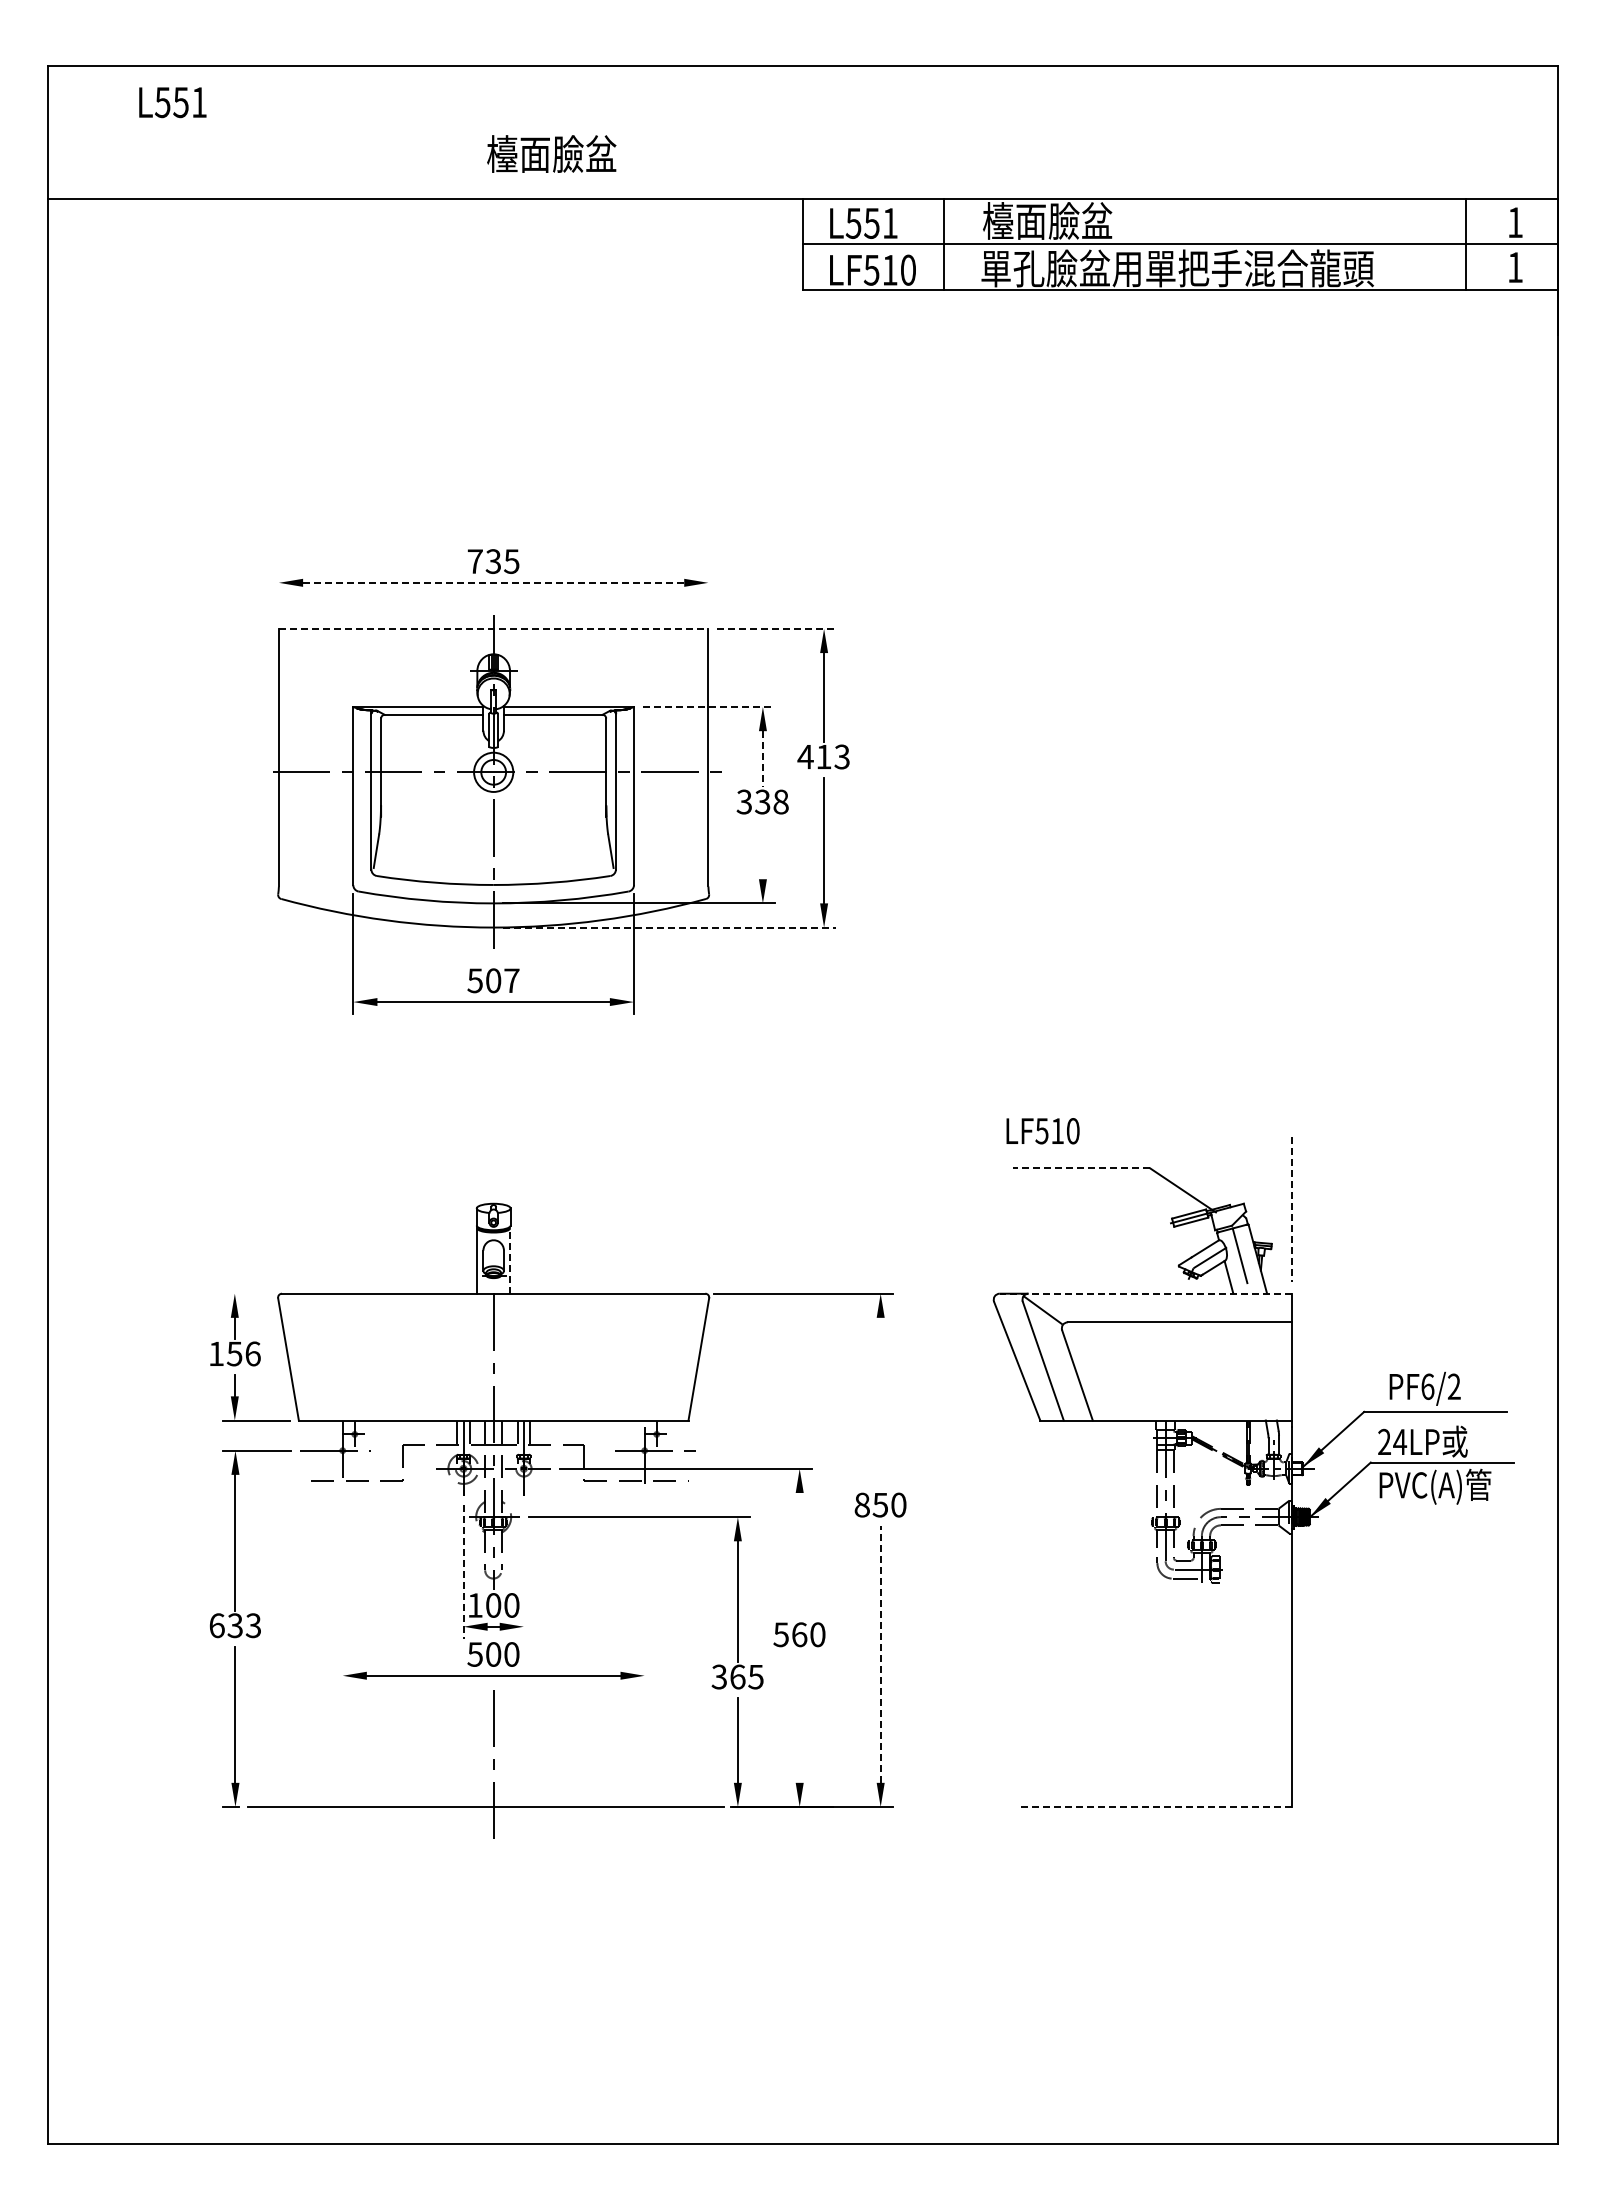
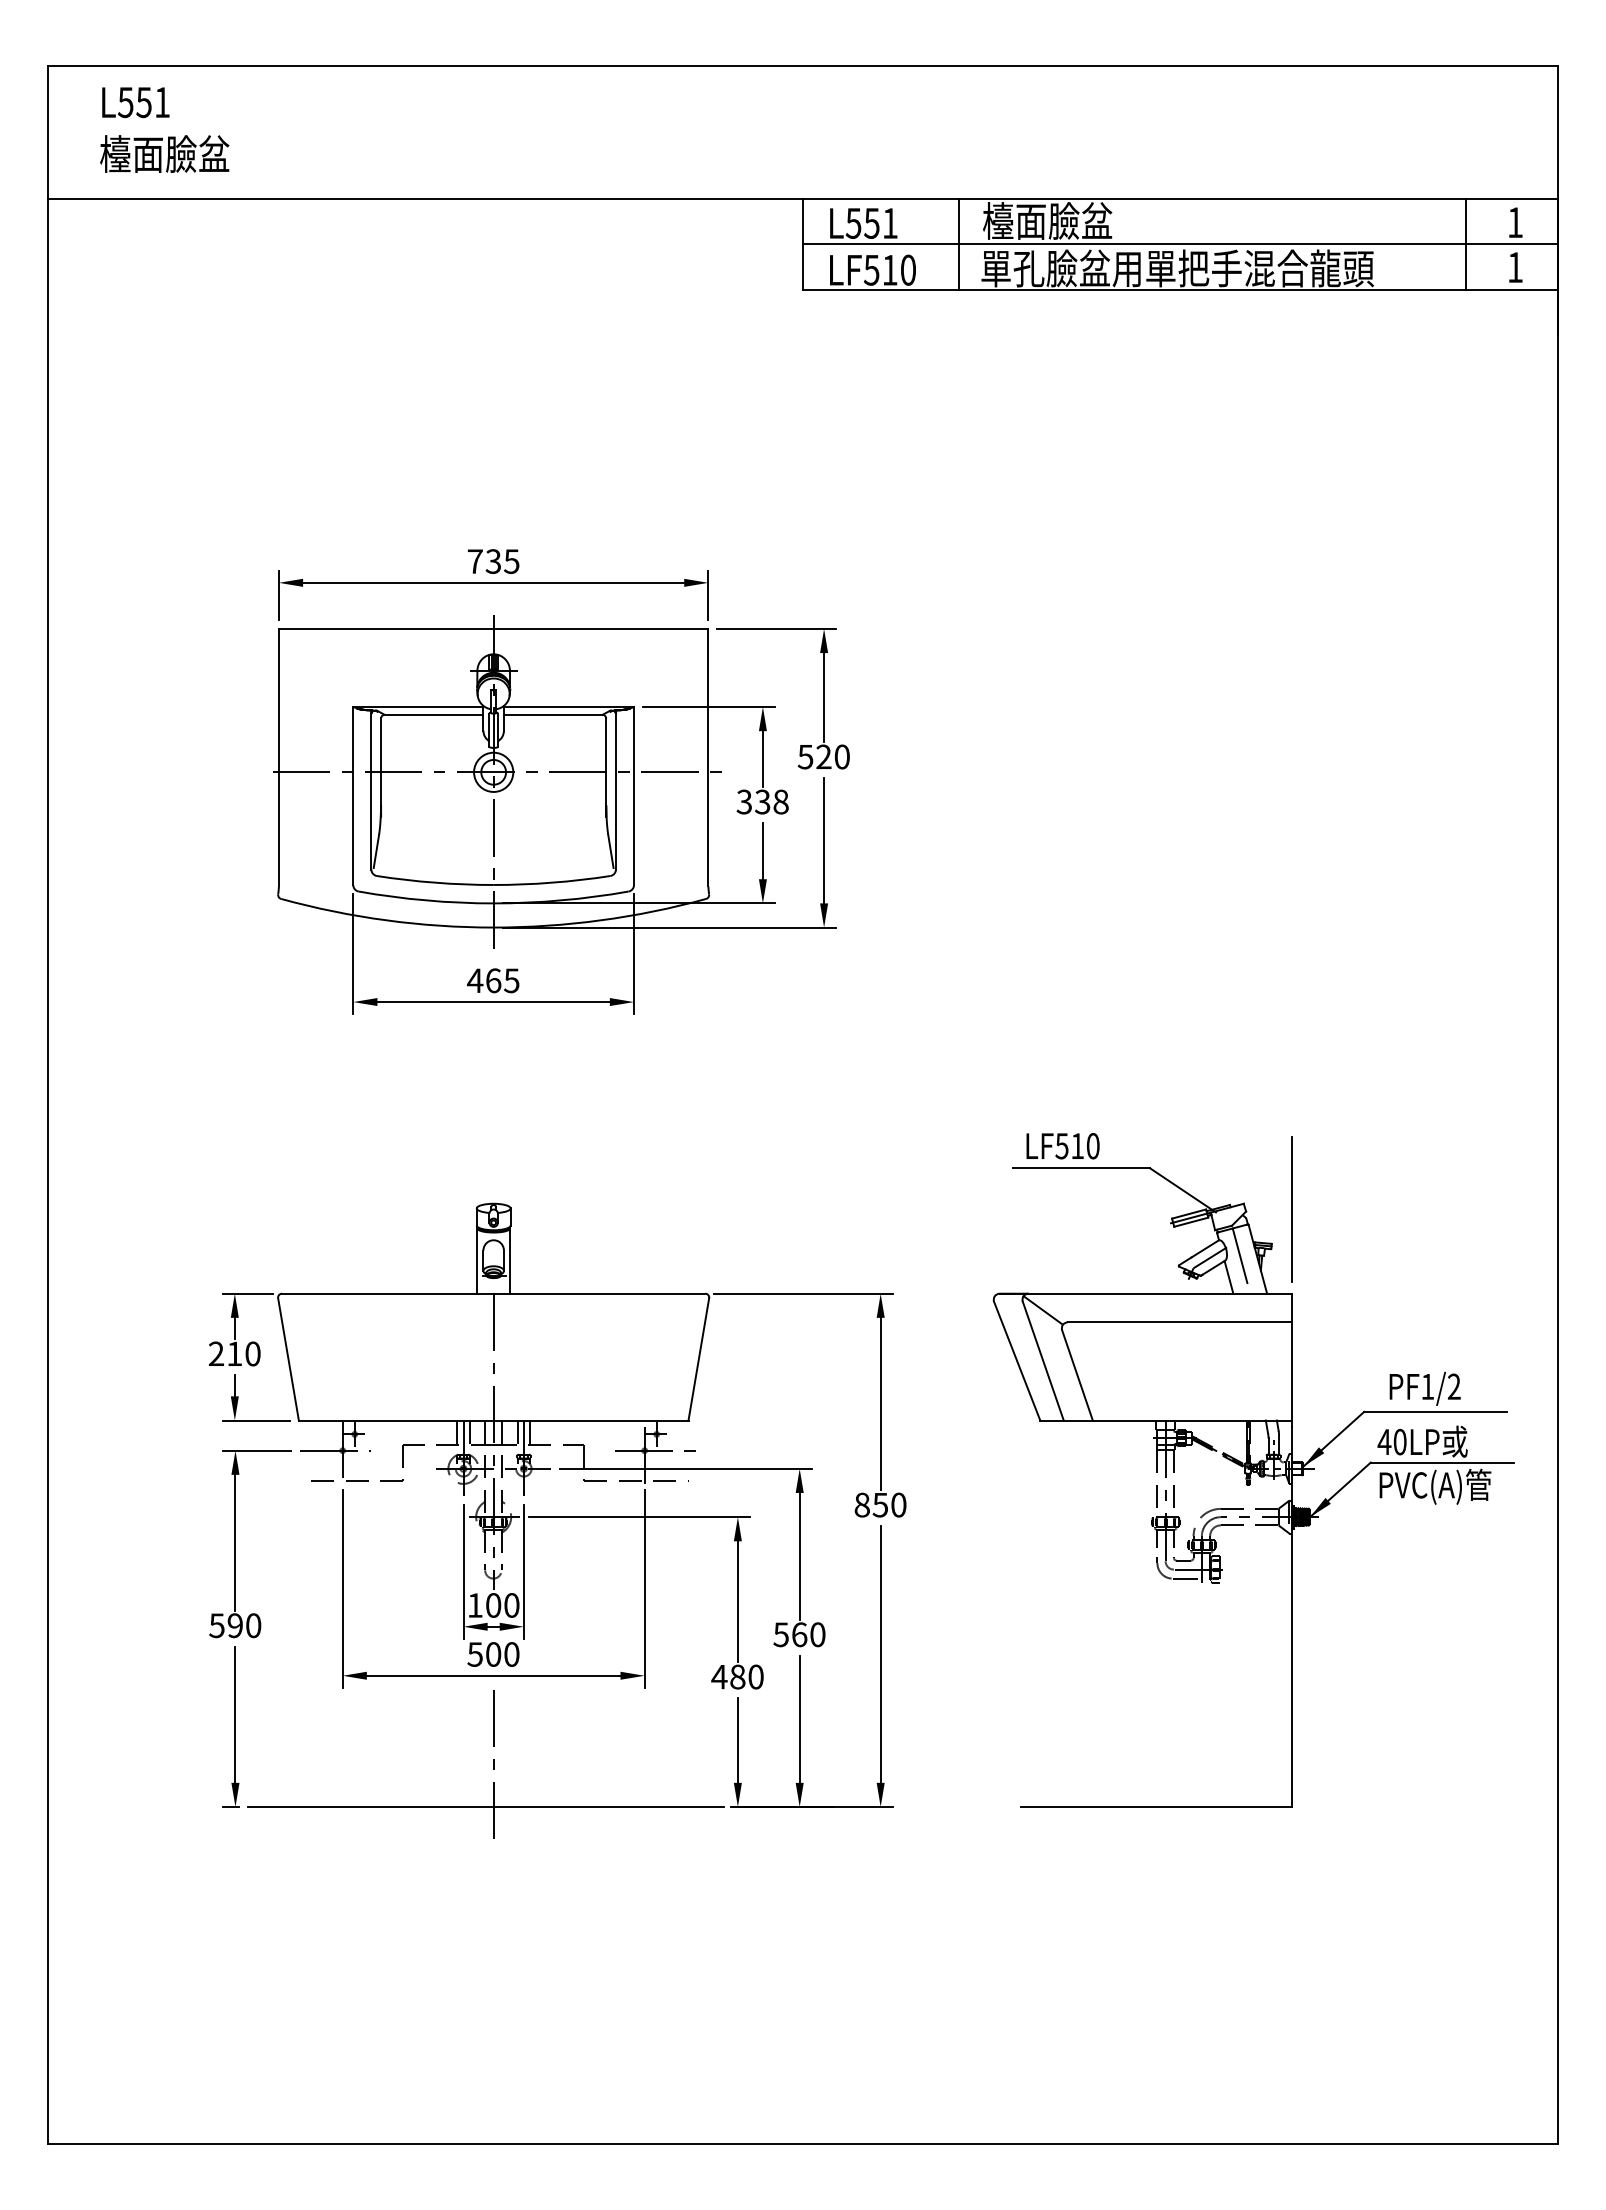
text at (172, 102) position: (172, 102) -> (135, 102)
text at (551, 153) position: (551, 153) -> (164, 153)
line at (944, 244) position: (944, 244) -> (959, 244)
line at (493, 582): dashed -> solid
line at (278, 594): none -> present
line at (708, 594): none -> present
line at (493, 628): dashed -> solid
line at (777, 628): dashed -> solid
line at (709, 707): dashed -> solid
text at (823, 756): 413 -> 520
line at (762, 759): dashed -> solid
line at (762, 851): none -> present
line at (669, 927): dashed -> solid
text at (493, 980): 507 -> 465
text at (1042, 1131) position: (1042, 1131) -> (1062, 1146)
line at (1081, 1168): dashed -> solid
line at (1292, 1209): dashed -> solid
line at (510, 1261): dashed -> solid
line at (247, 1293): none -> present
line at (1145, 1293): dashed -> solid
text at (234, 1353): 156 -> 210
text at (1427, 1386): PF6/2 -> PF1/2
line at (880, 1403): none -> present
text at (1392, 1441): 24LP -> 40LP
line at (799, 1555): none -> present
line at (463, 1571): dashed -> solid
line at (523, 1571): none -> present
line at (342, 1588): none -> present
line at (644, 1588): none -> present
text at (235, 1625): 633 -> 590
line at (880, 1654): dashed -> solid
text at (737, 1676): 365 -> 480
line at (799, 1719): none -> present
line at (1156, 1807): dashed -> solid
